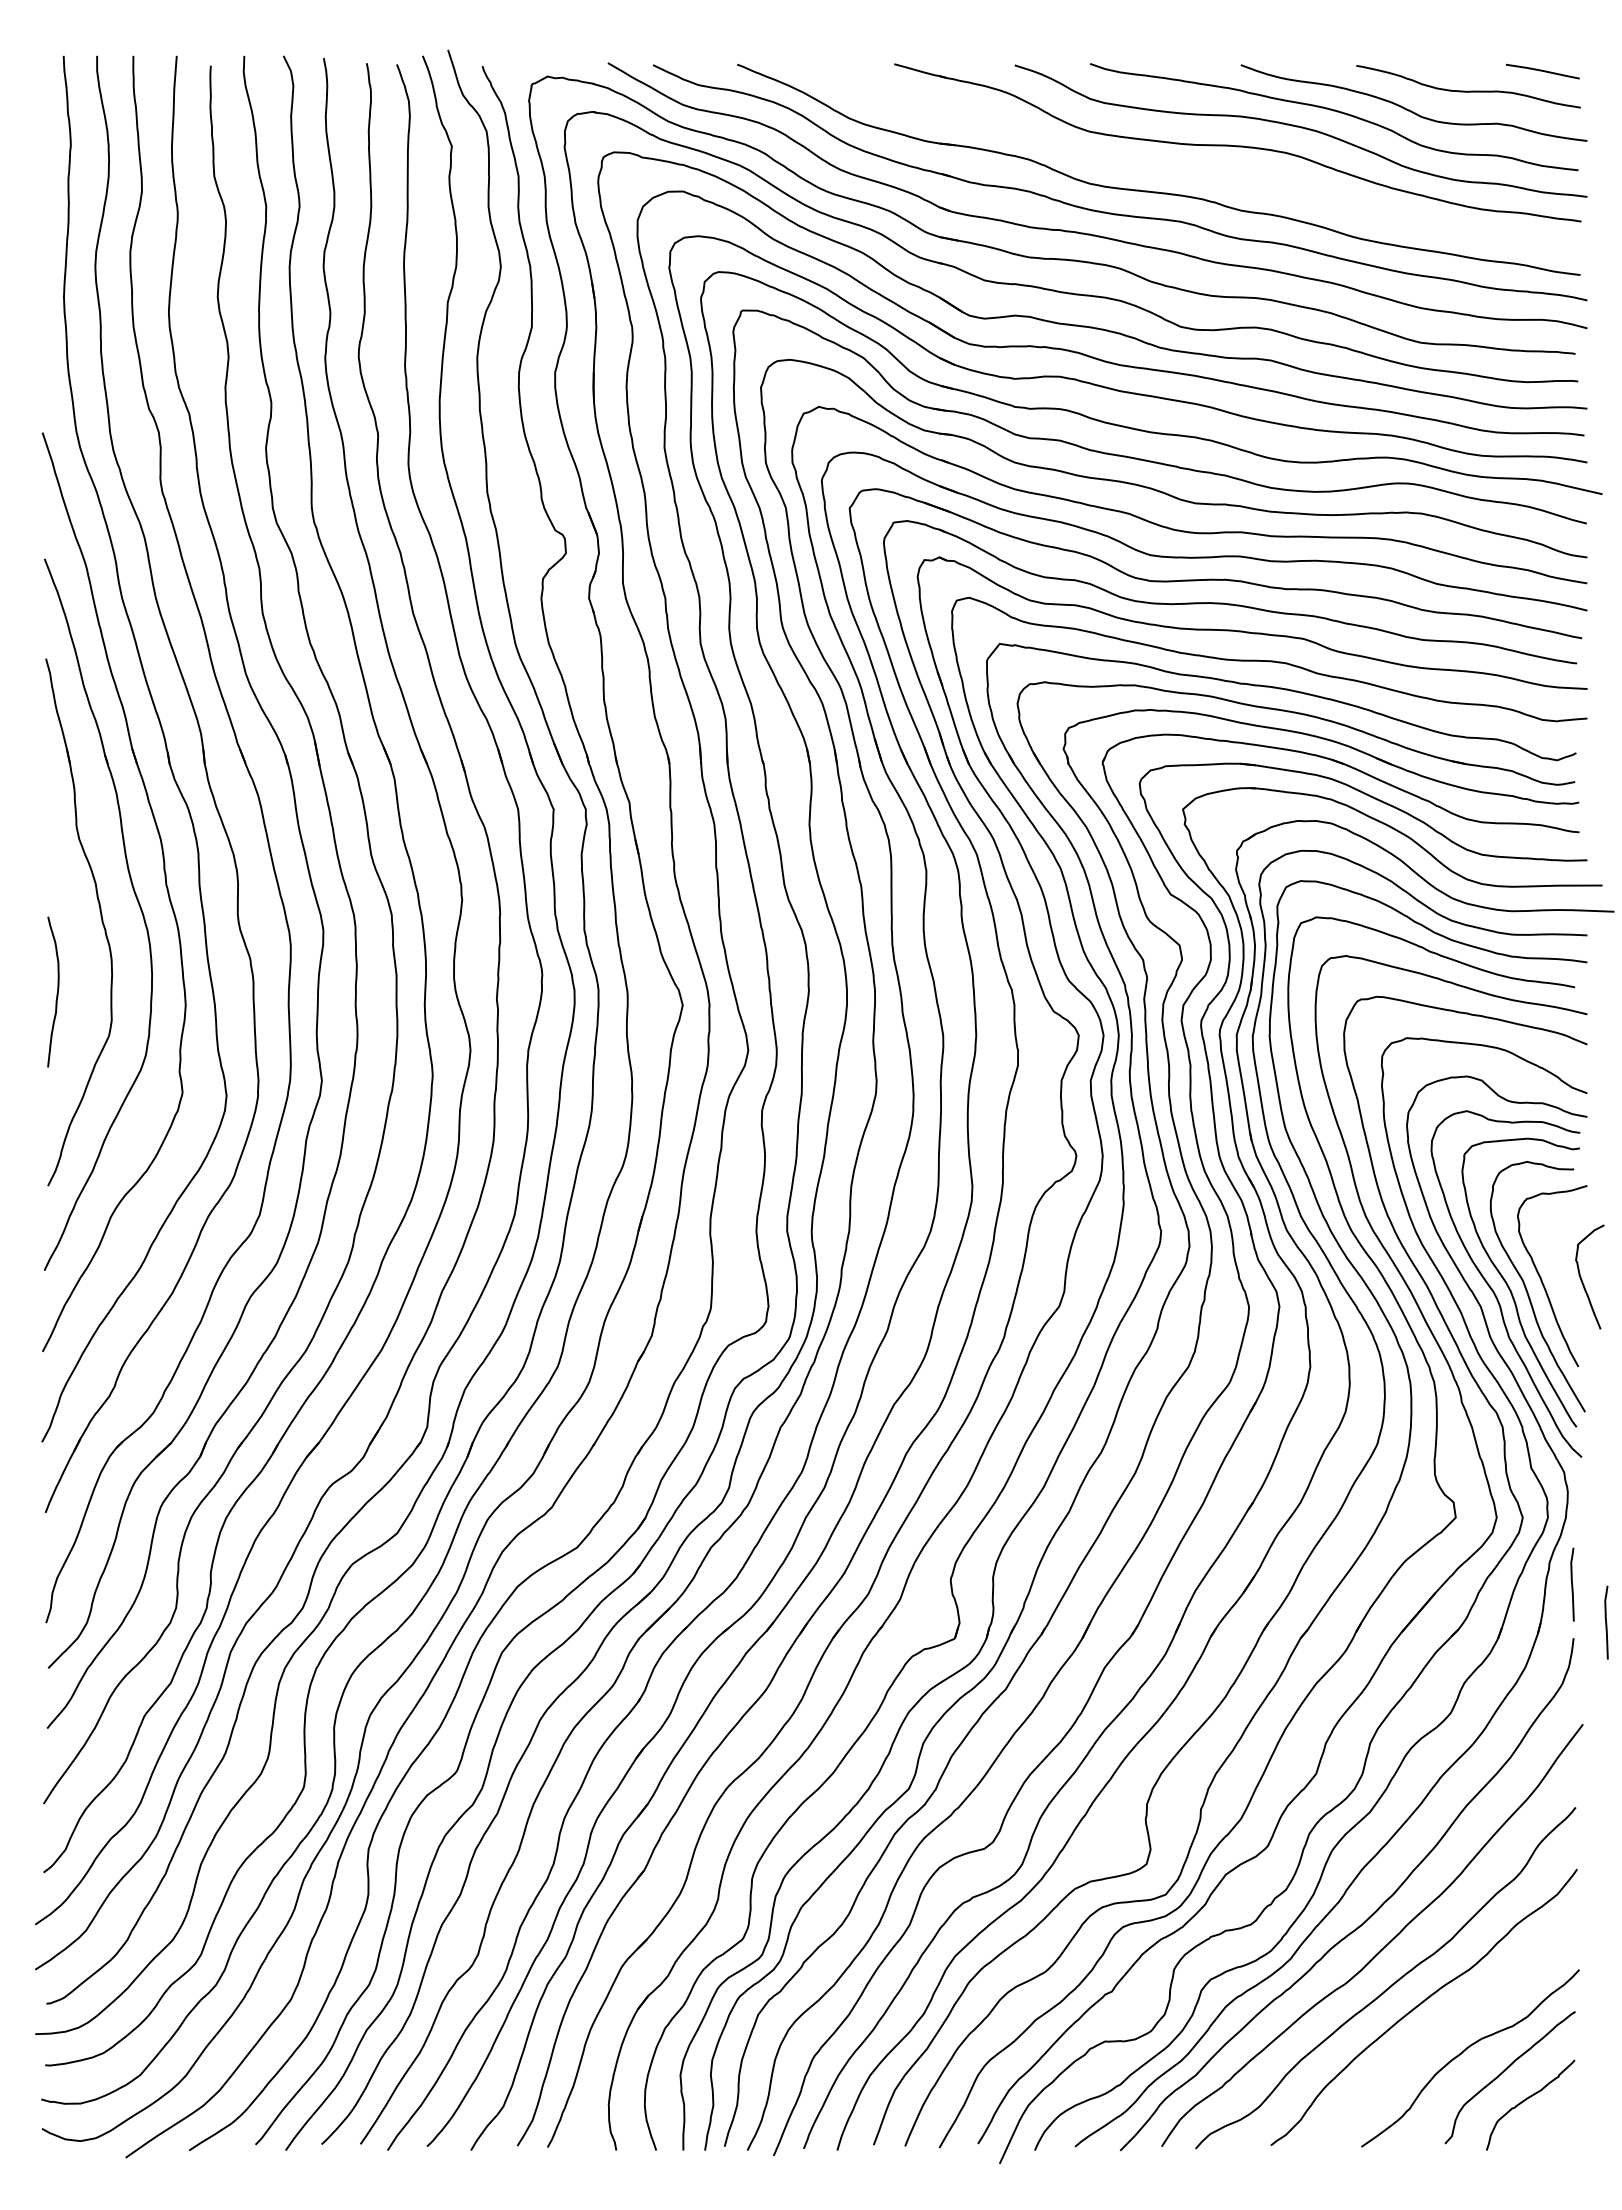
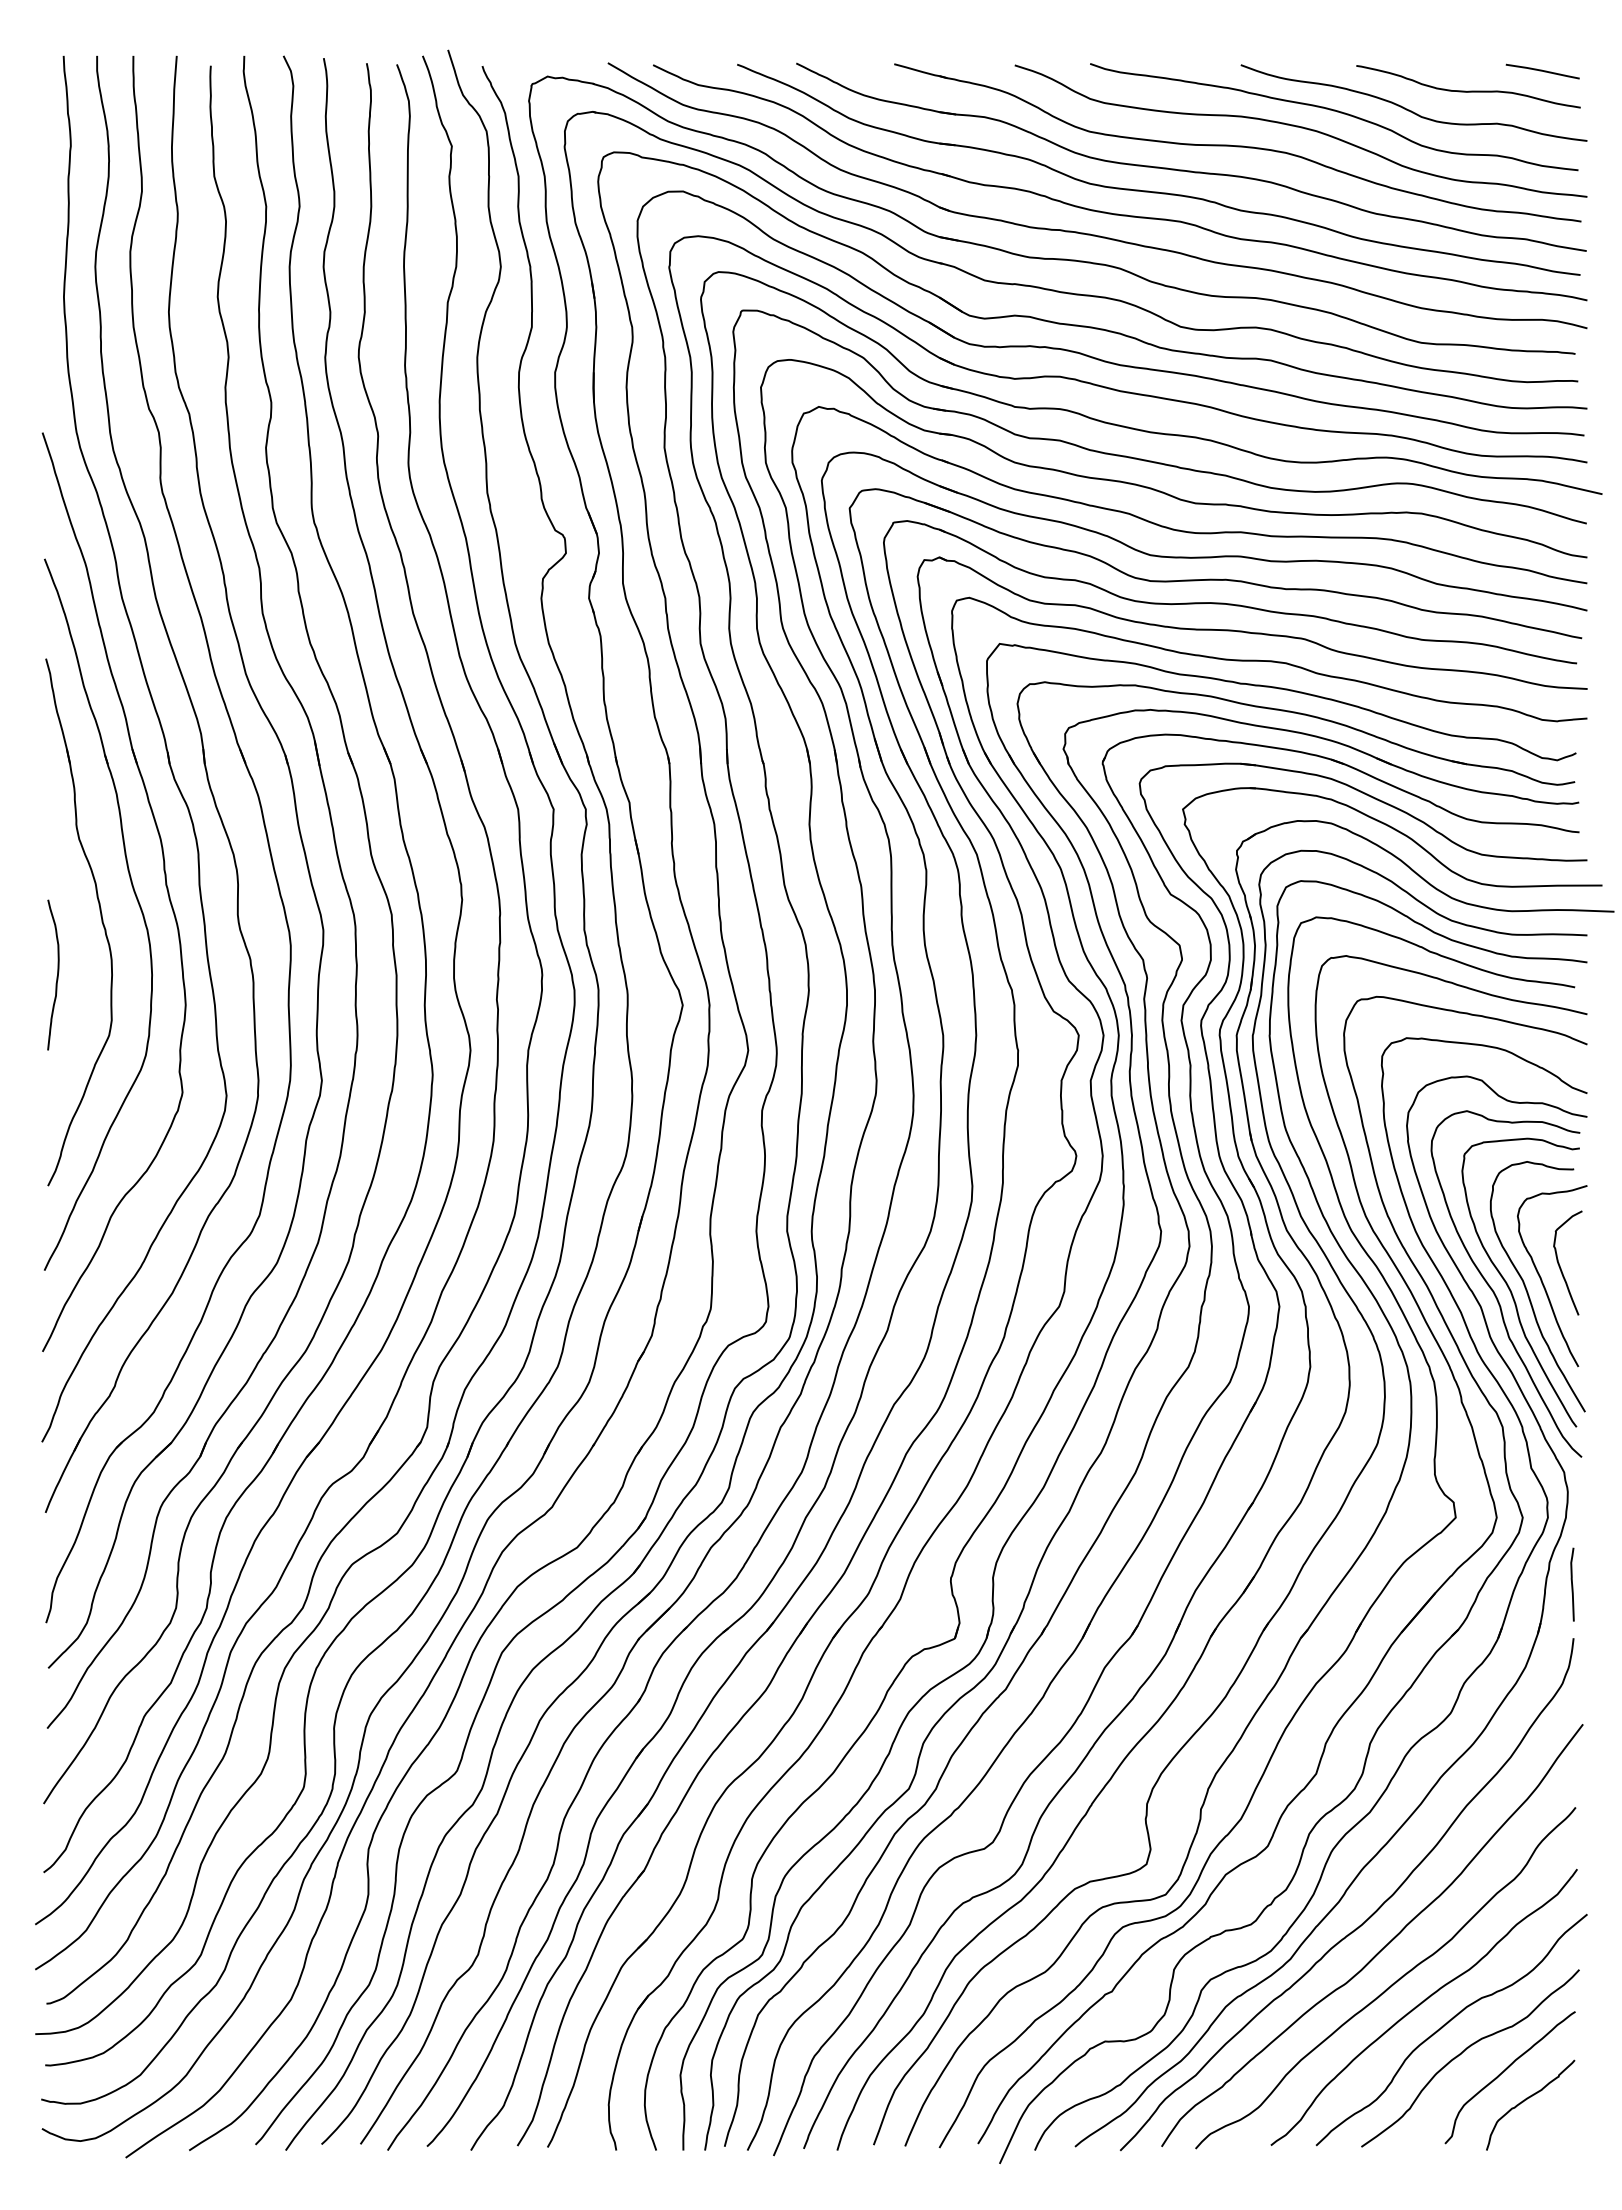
part at (1191, 170): none -> present
curve at (56, 993) position: (56, 993) -> (56, 976)
curve at (1582, 1279) position: (1582, 1279) -> (1560, 1265)
curve at (1606, 1622): present -> none
curve at (1447, 2024): none -> present
